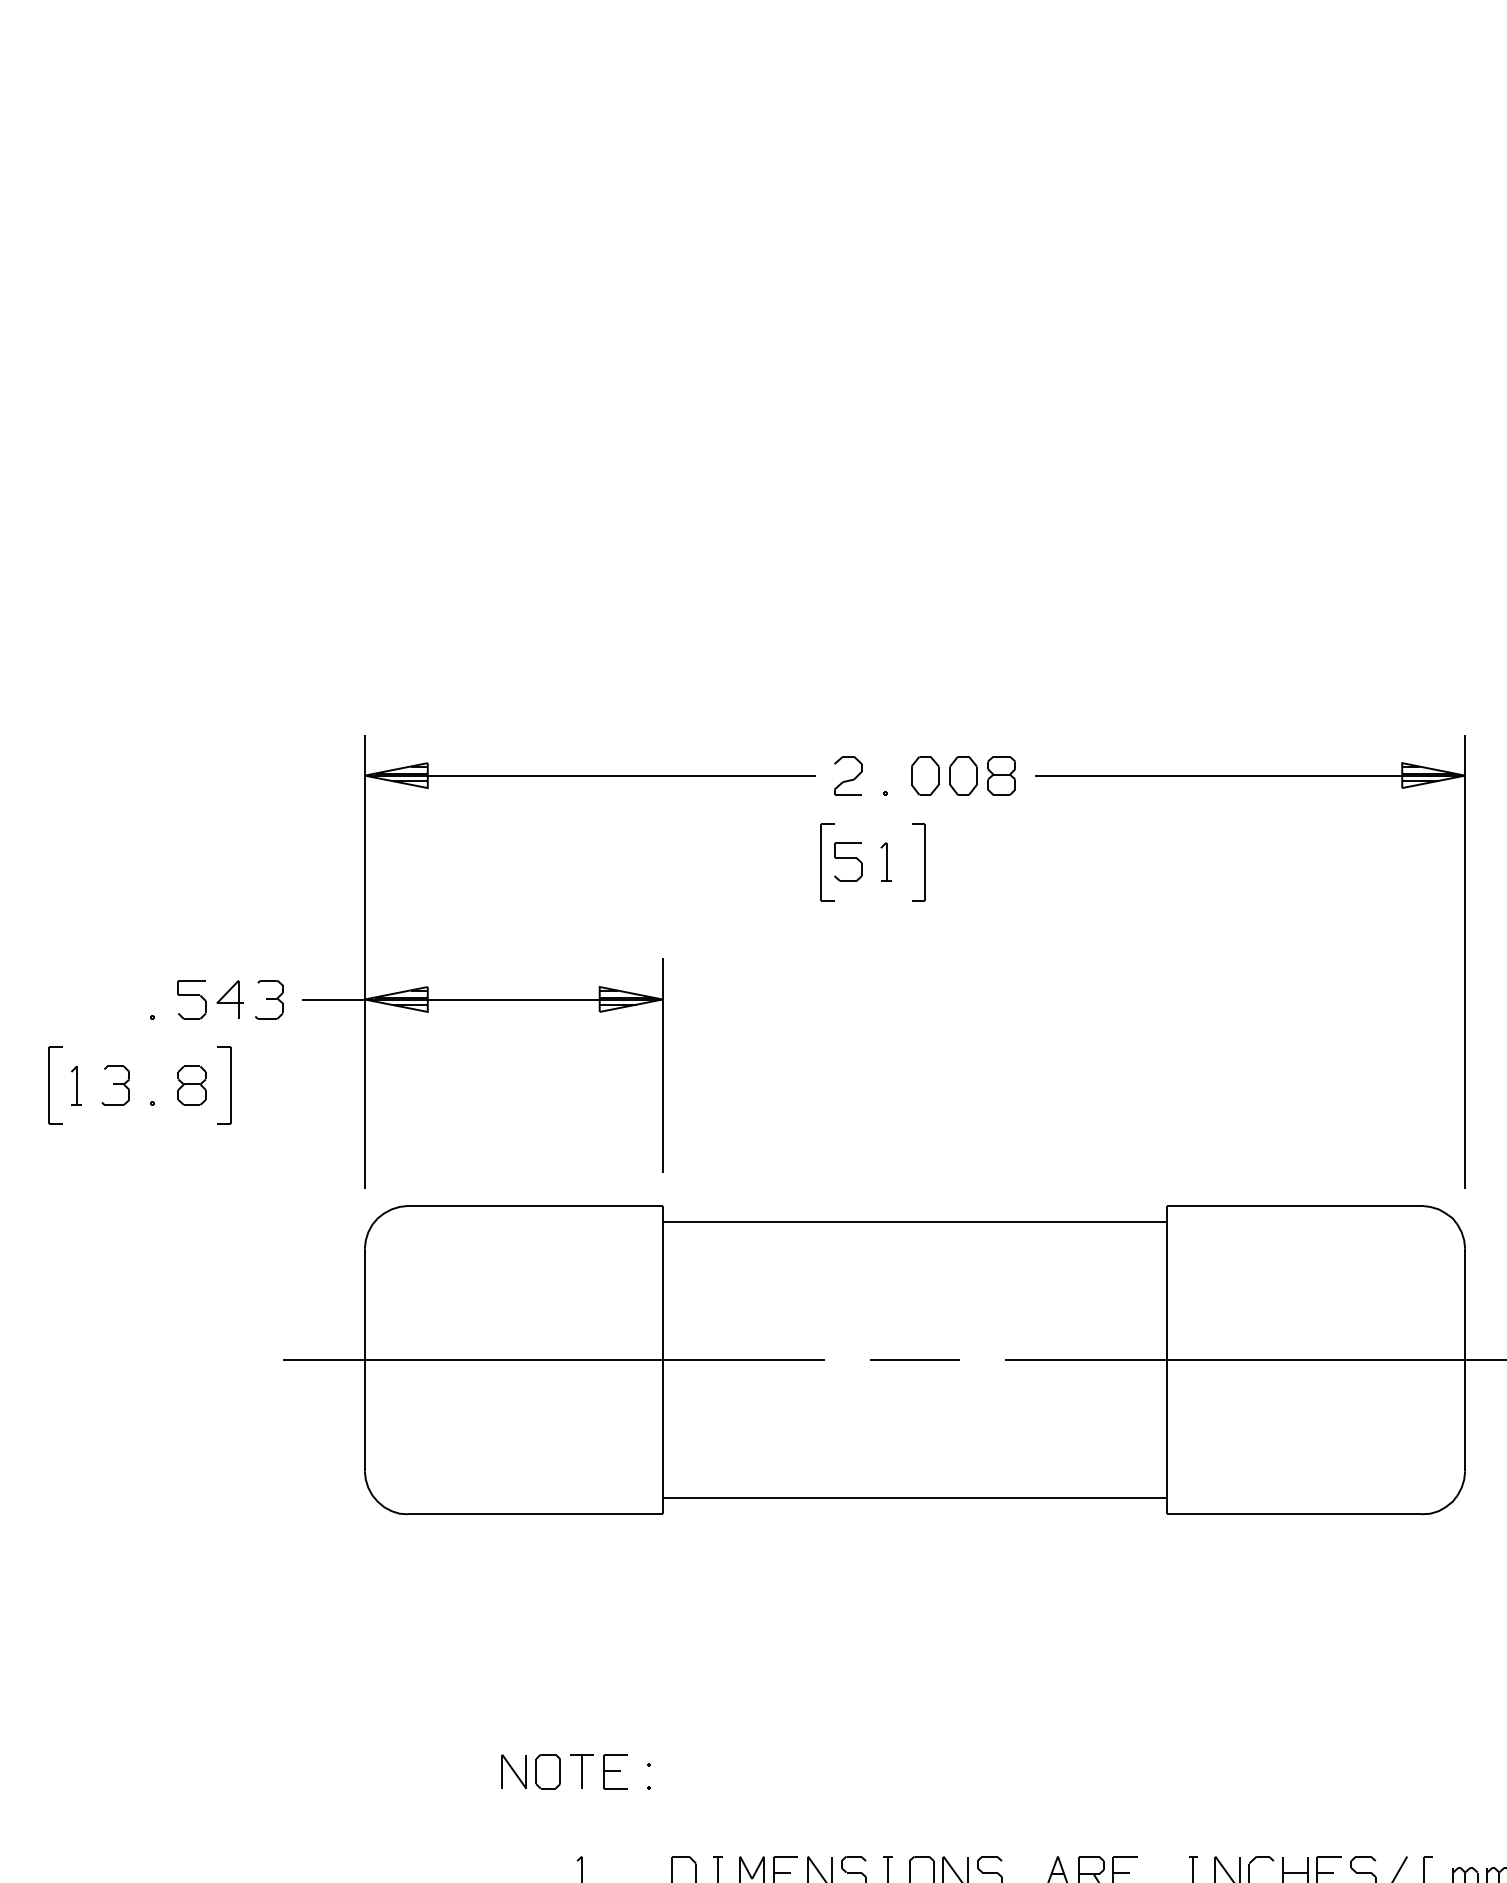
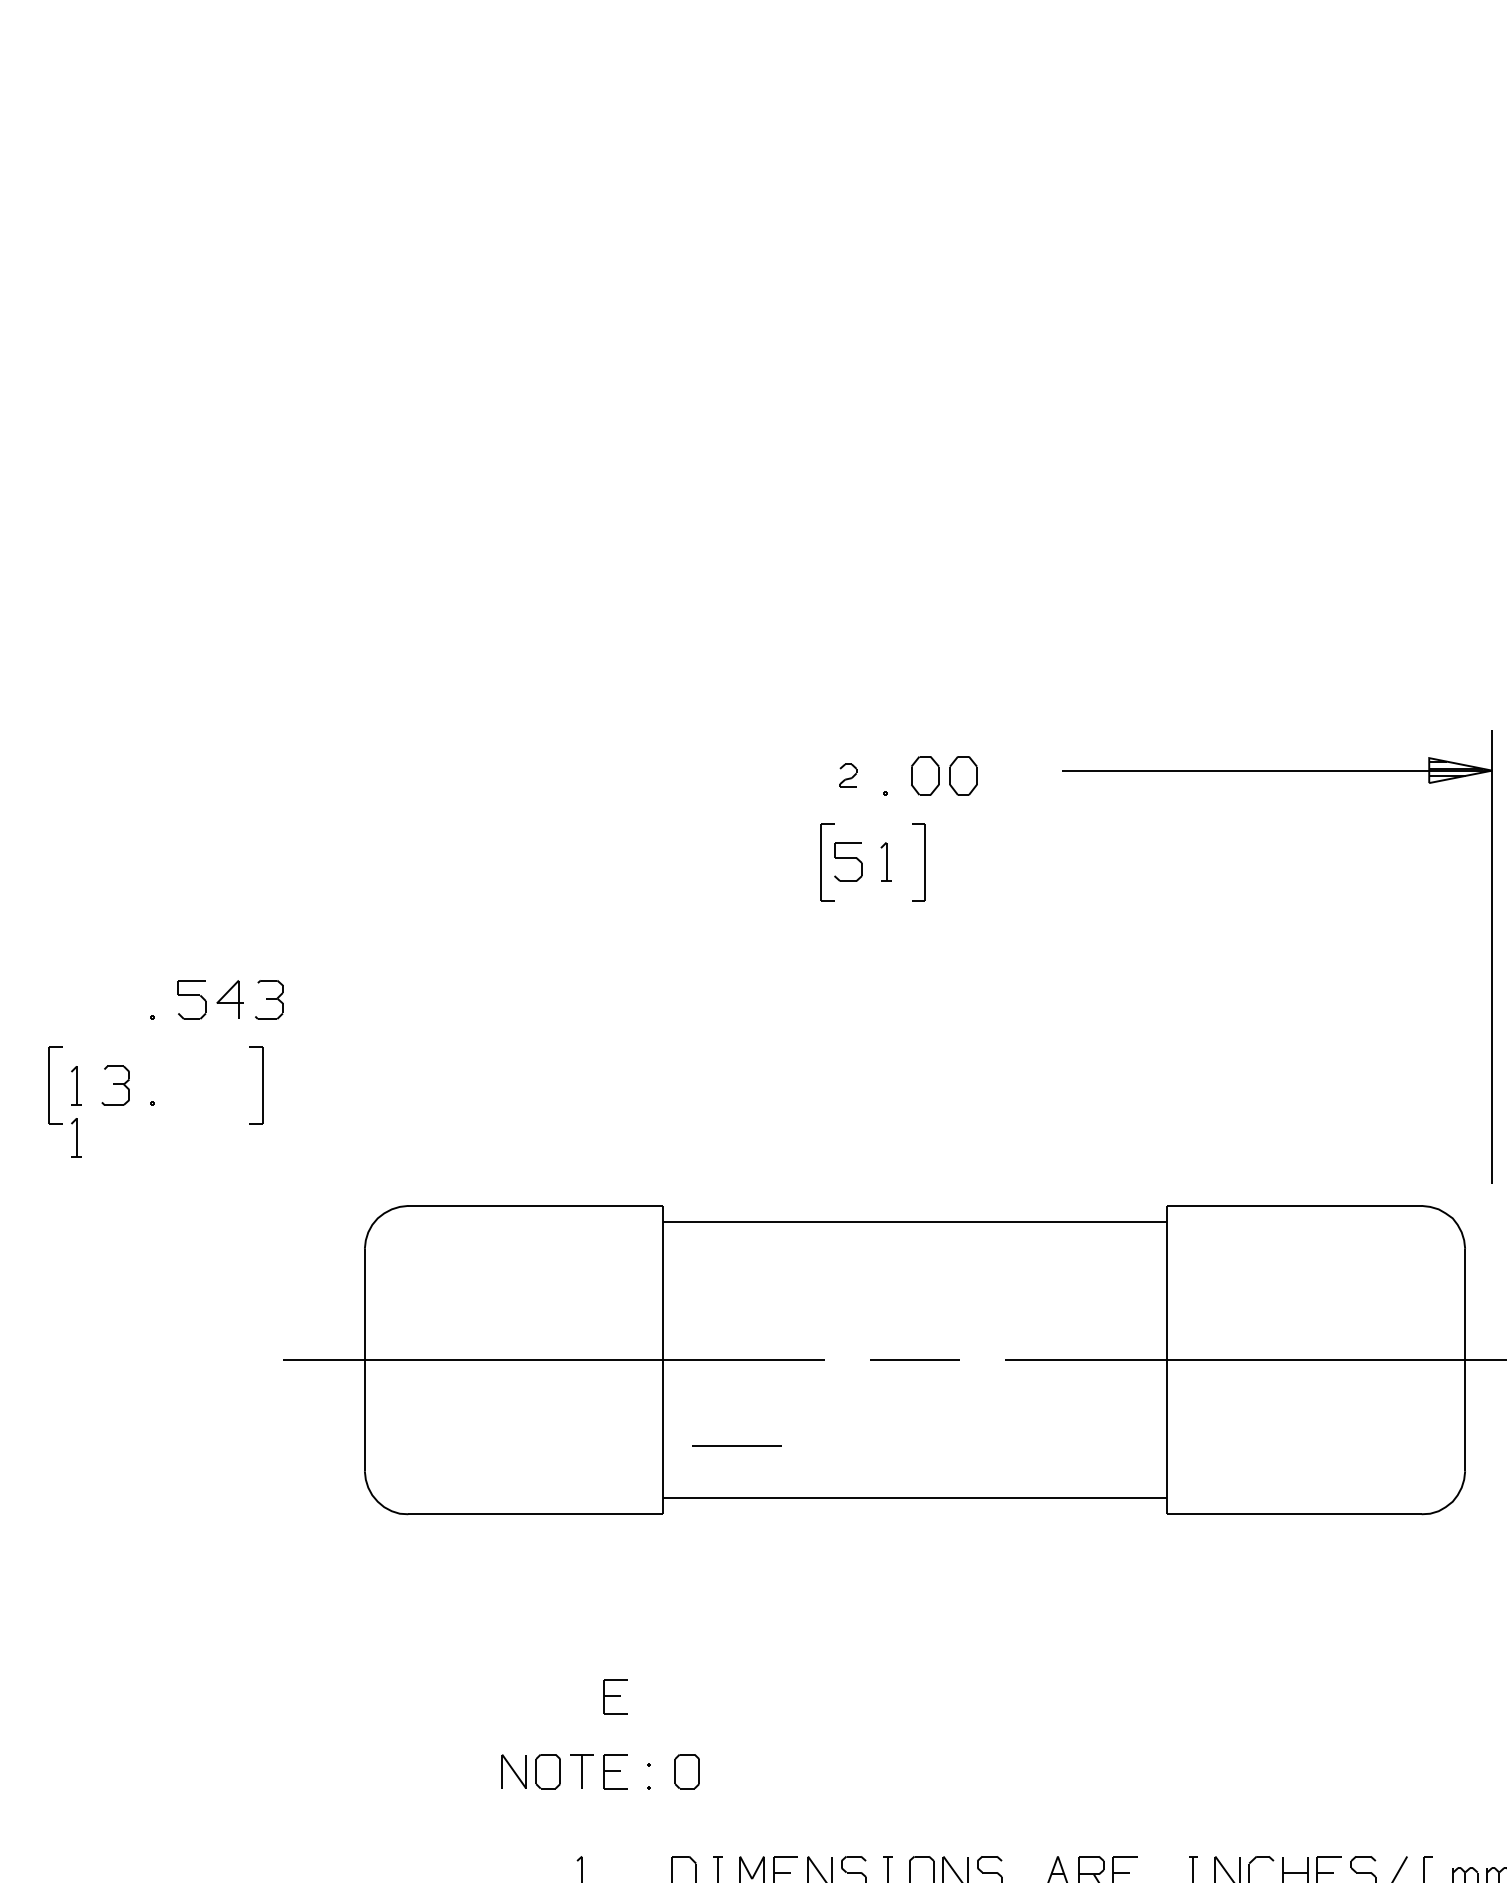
part at (848, 775) size: 29x40 px -> 19x25 px
part at (1001, 775): present -> none
part at (1250, 776) position: (1250, 776) -> (1277, 771)
part at (558, 999): present -> none
part at (191, 1085): present -> none
part at (224, 1085) position: (224, 1085) -> (256, 1085)
part at (76, 1137): none -> present
line at (736, 1445): none -> present
part at (615, 1696): none -> present
part at (686, 1771): none -> present
